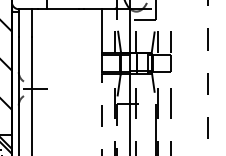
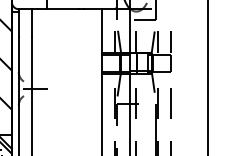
line at (208, 78): dashed -> solid
line at (102, 114): dashed -> solid
